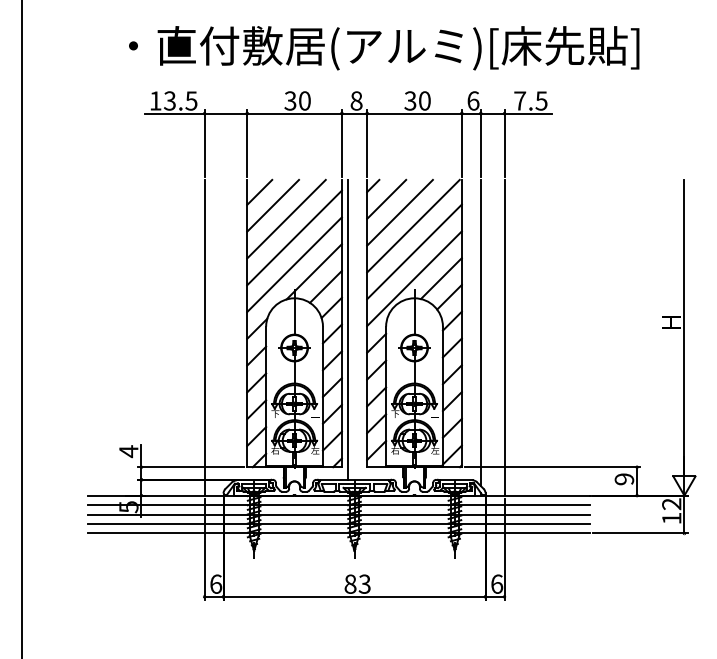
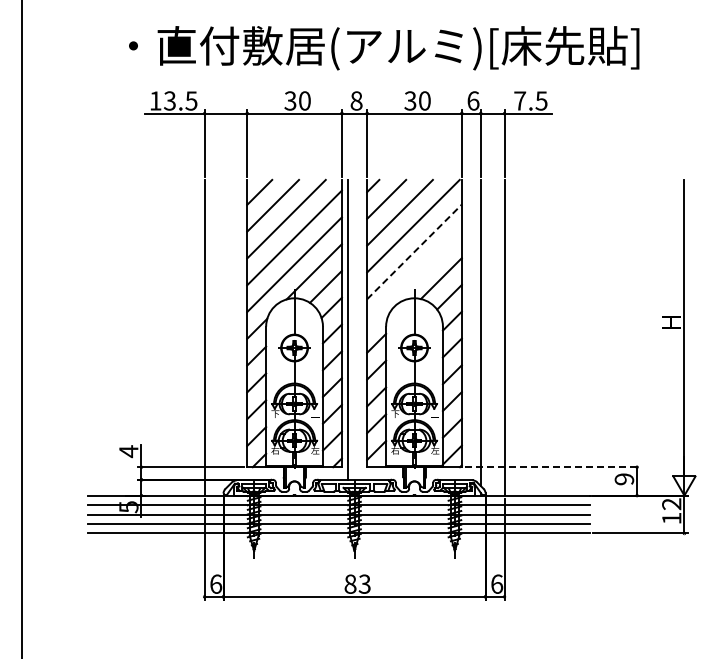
line at (414, 251): solid -> dashed
line at (414, 278): present -> none
line at (552, 467): solid -> dashed
